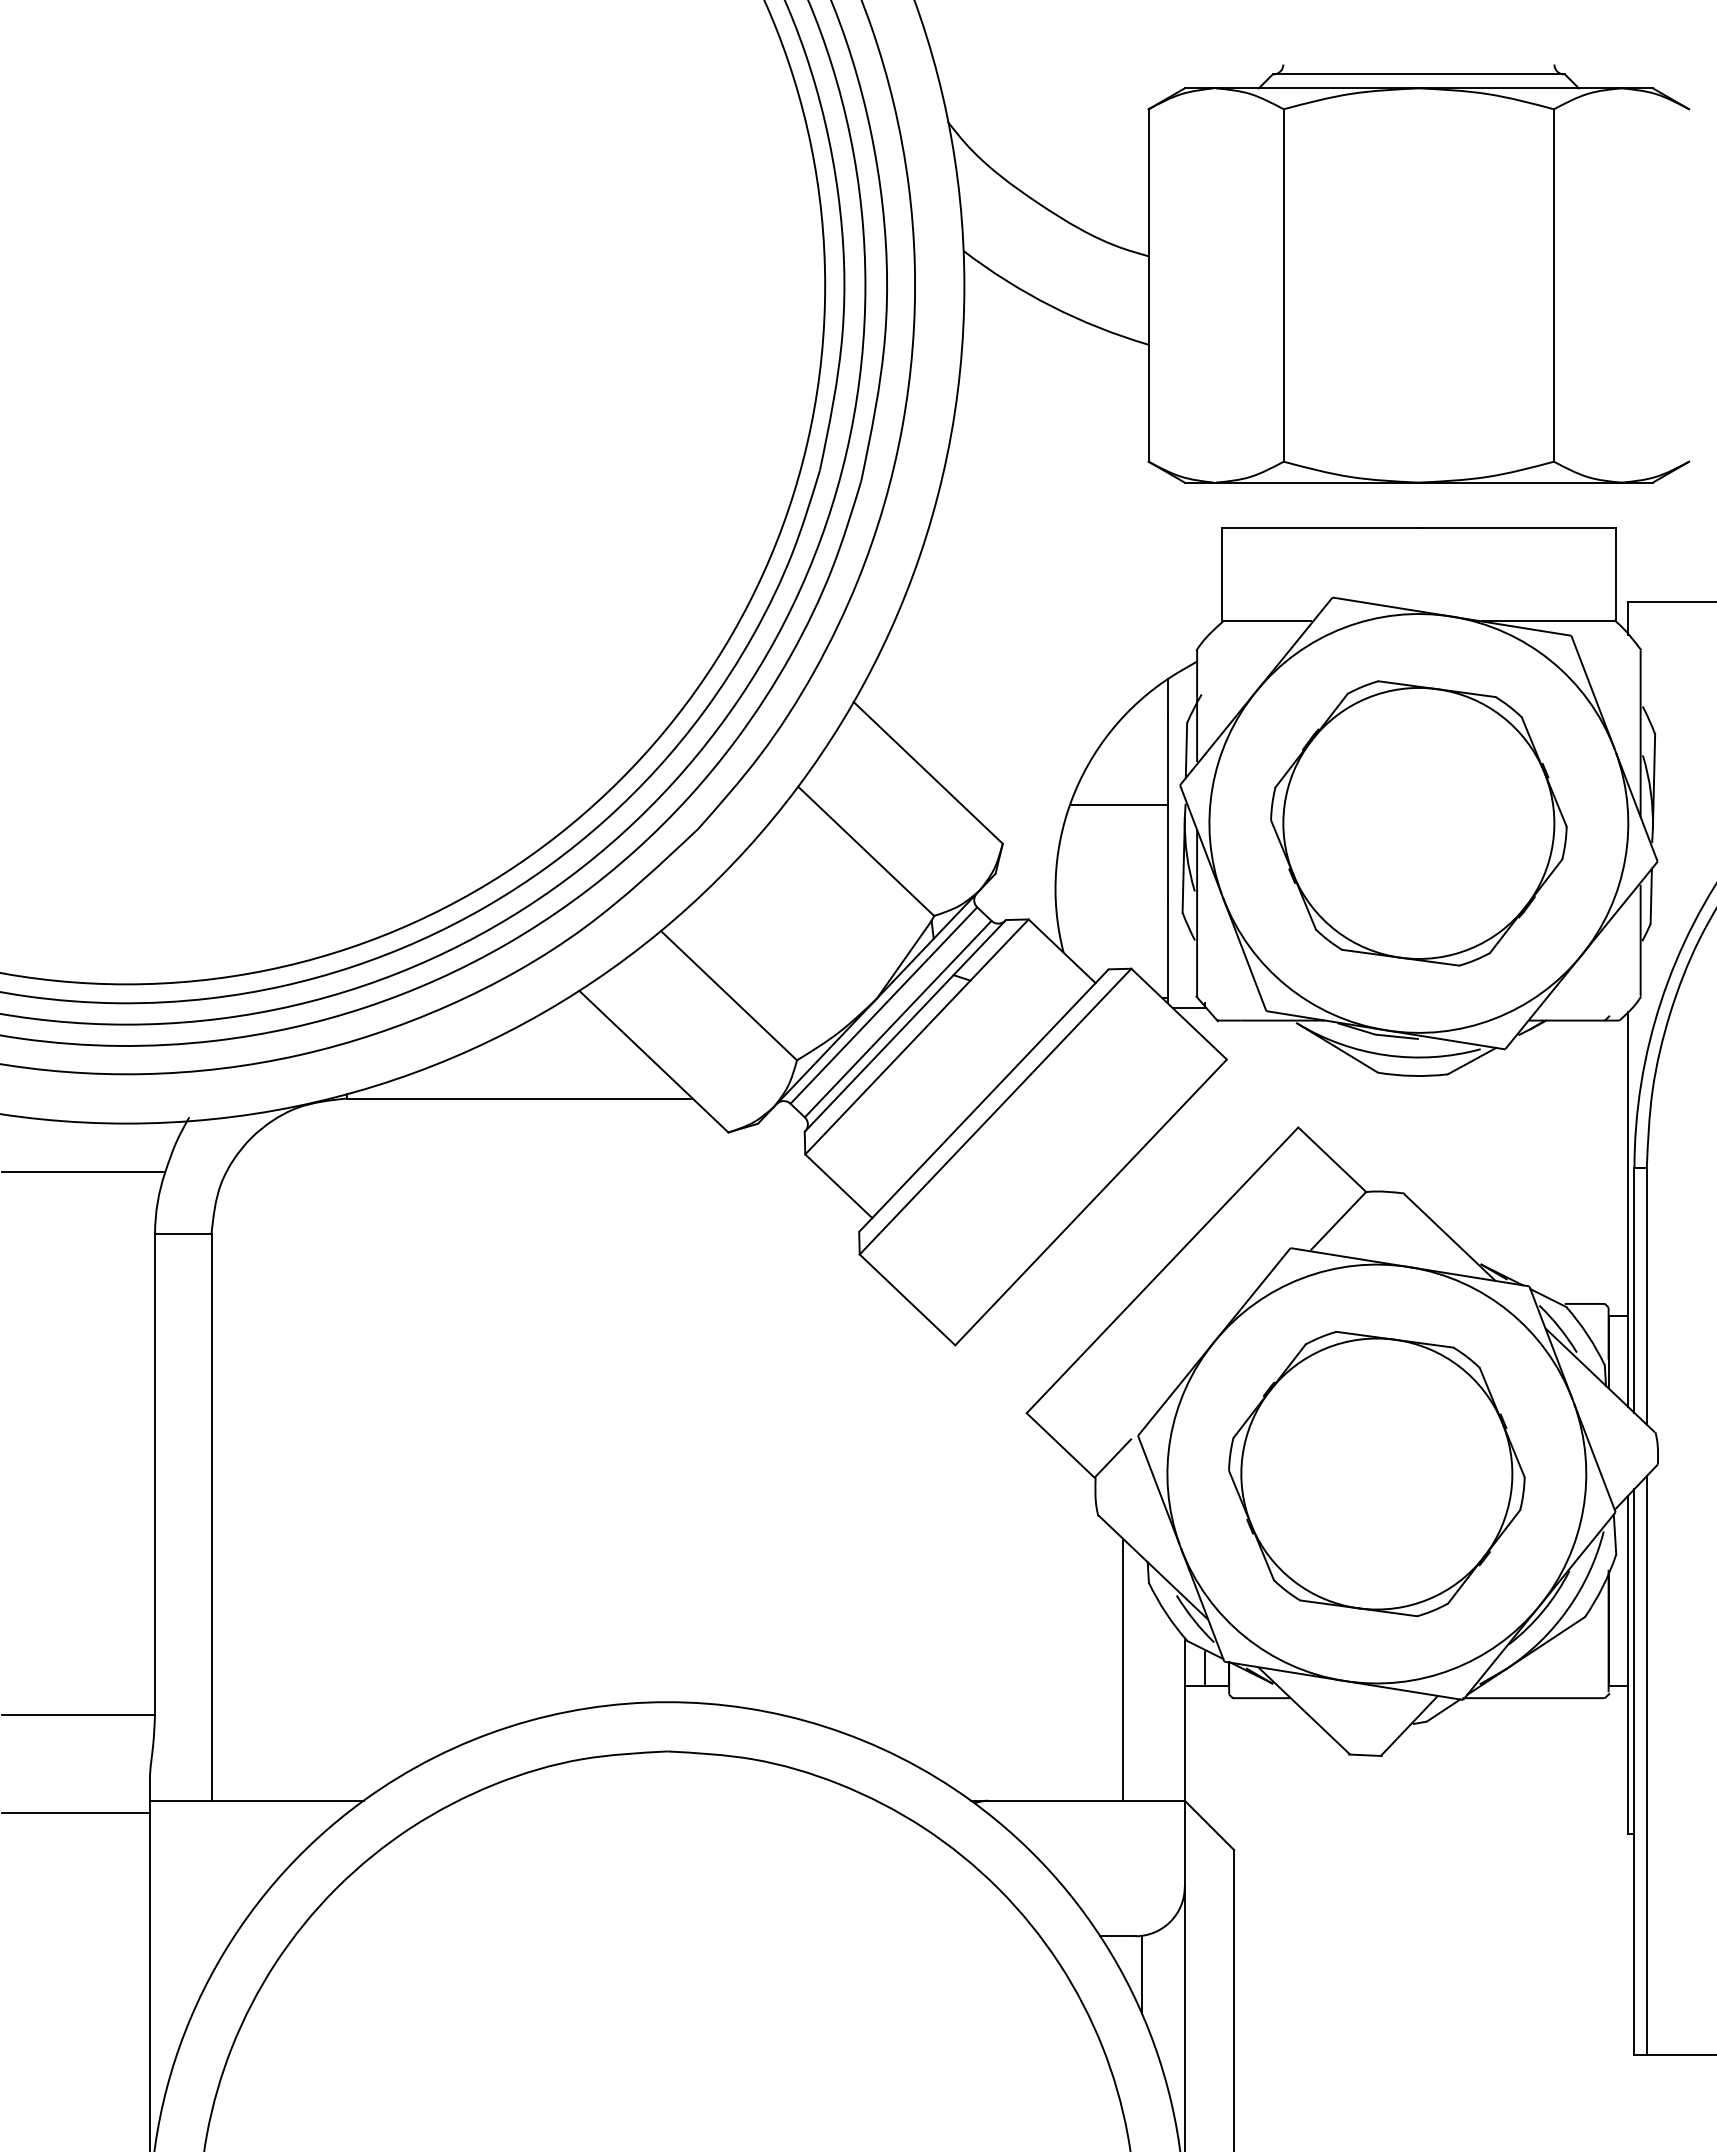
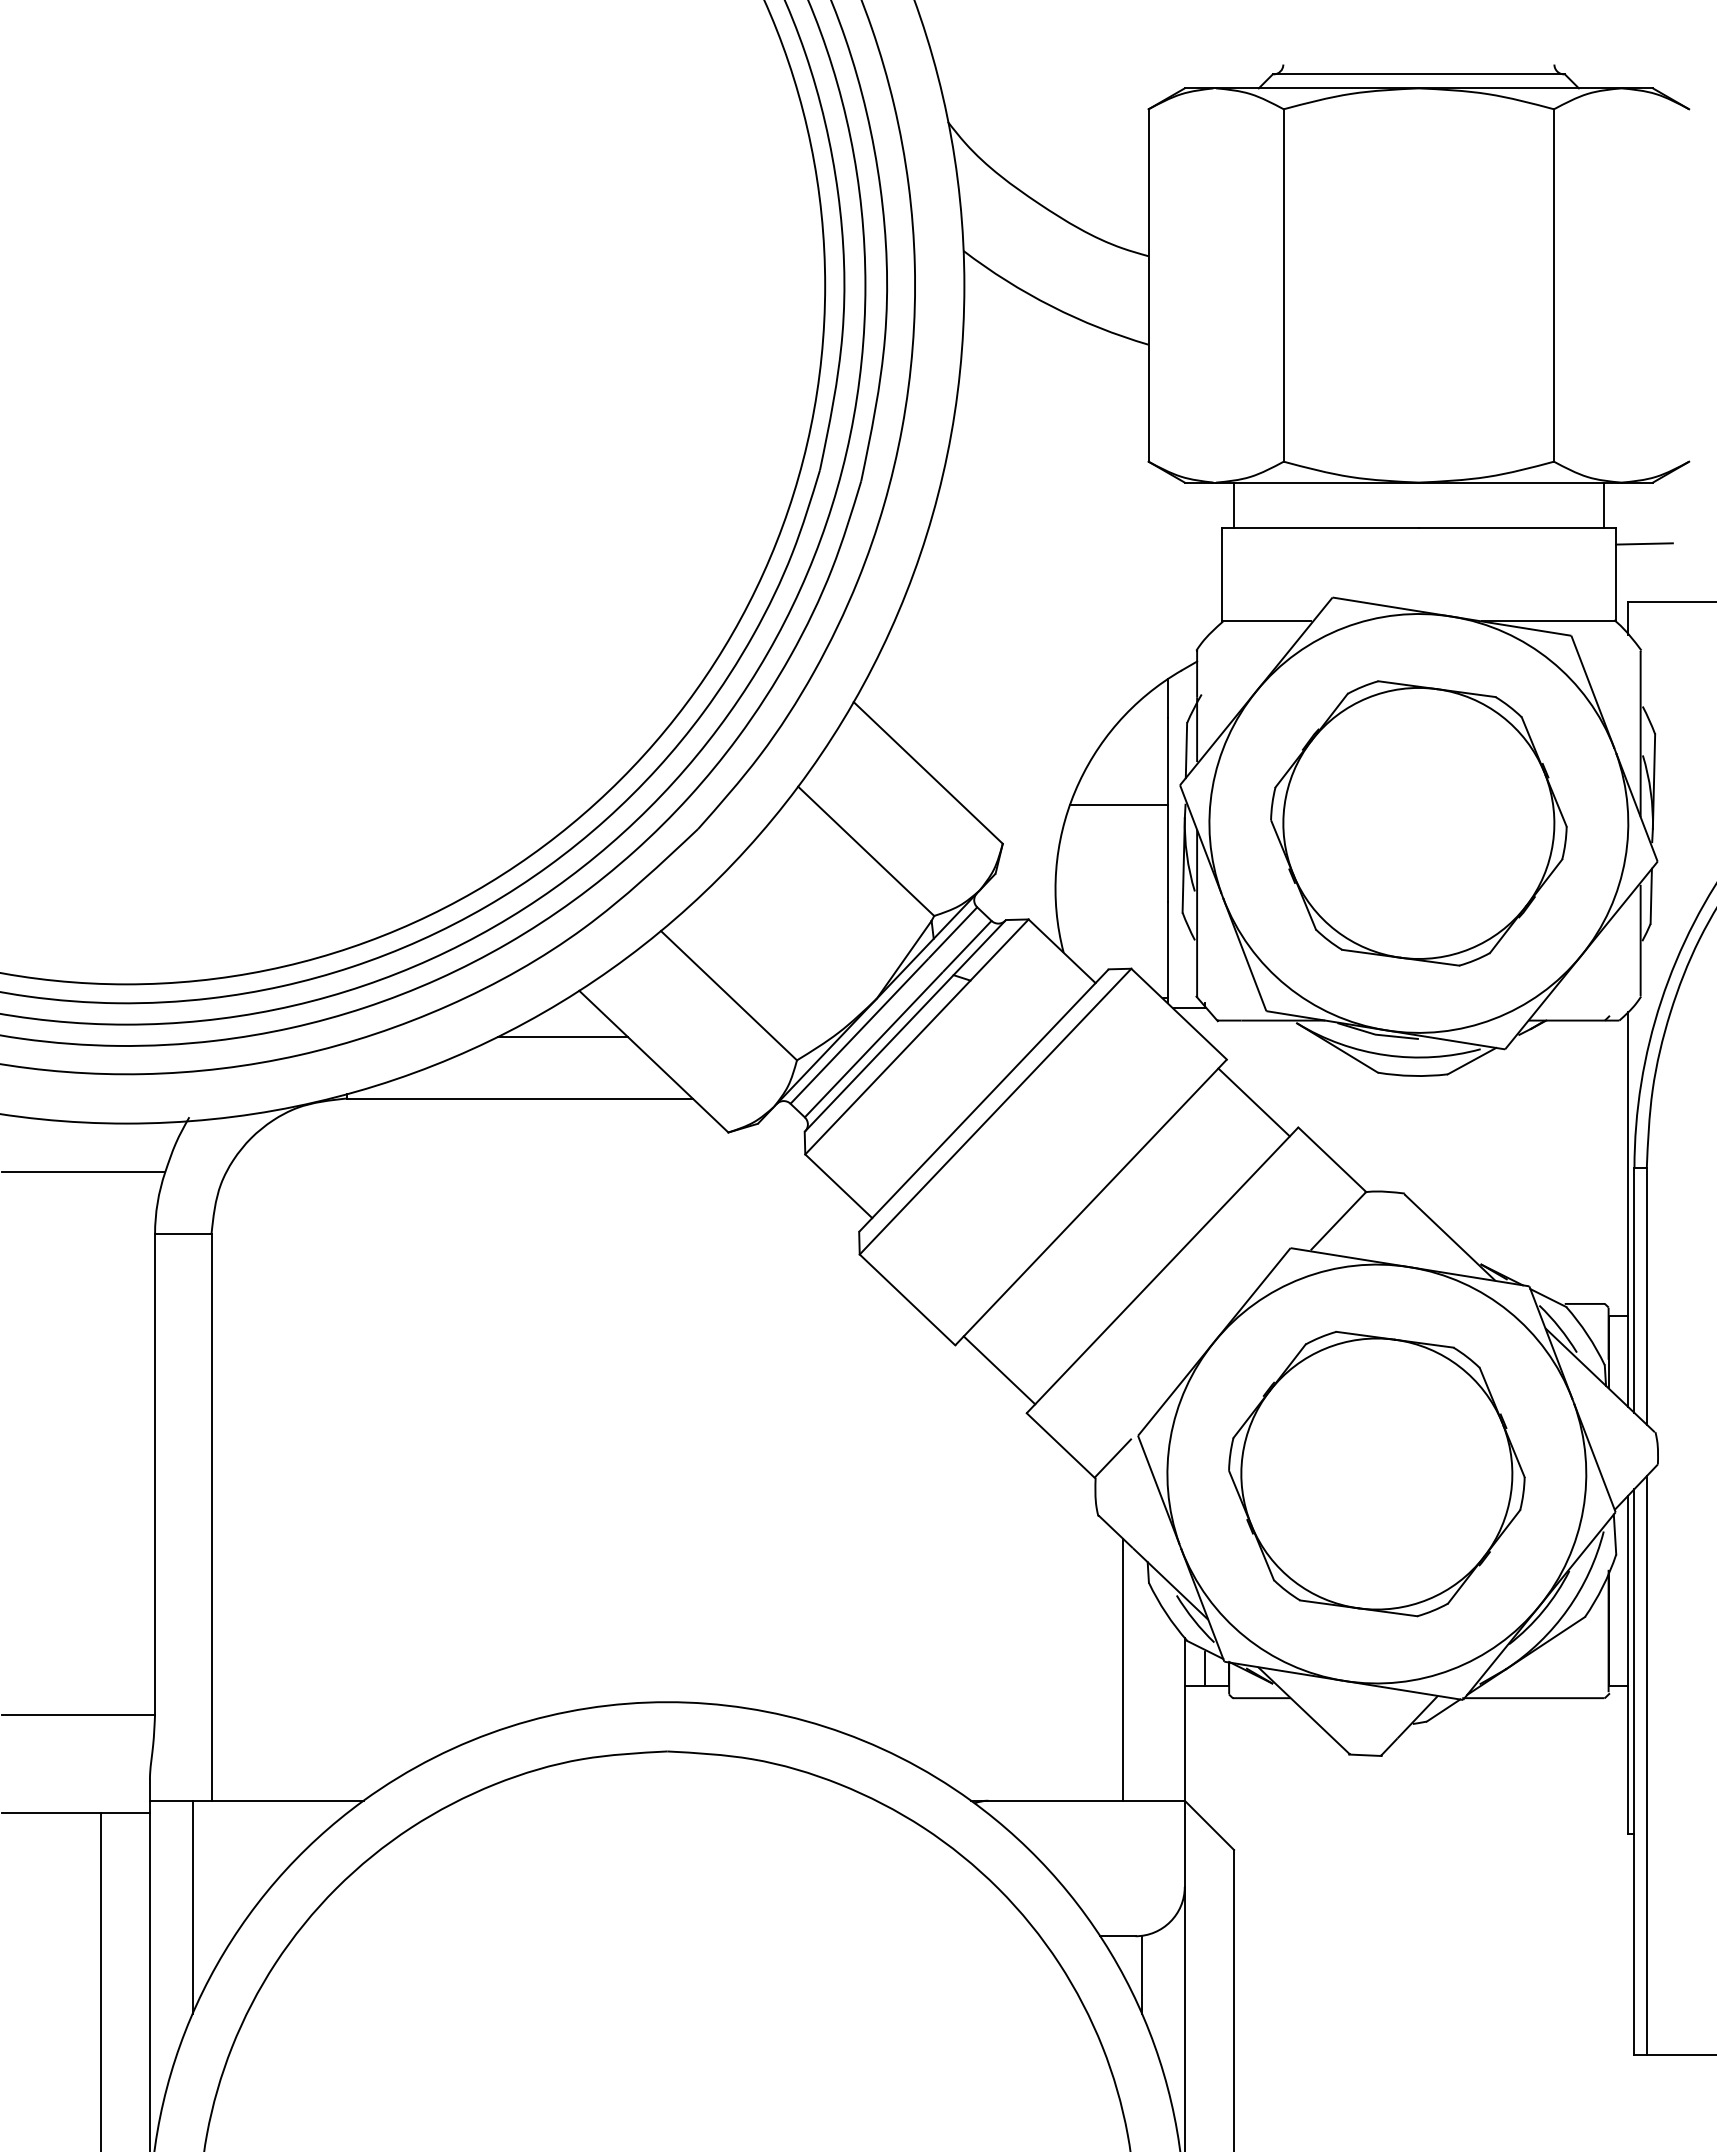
line at (1234, 504): none -> present
line at (1603, 504): none -> present
line at (1643, 543): none -> present
line at (562, 1036): none -> present
line at (1253, 1102): none -> present
line at (999, 1370): none -> present
line at (192, 1906): none -> present
line at (100, 1980): none -> present
